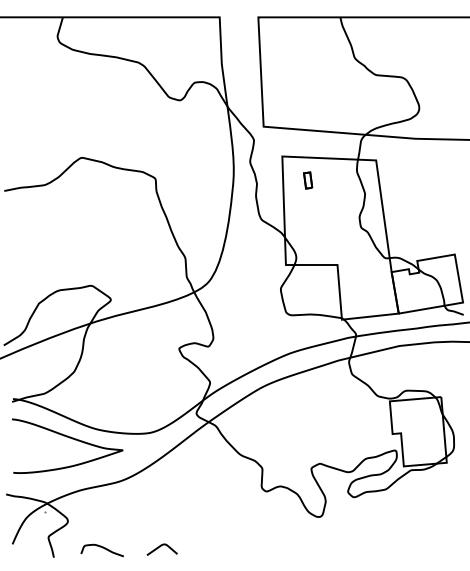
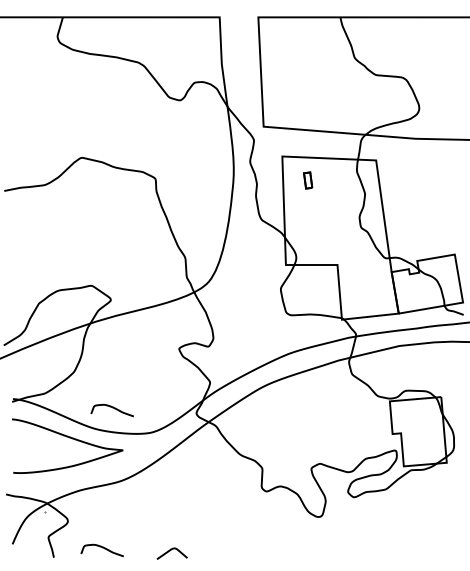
curve at (112, 408): none -> present
curve at (160, 547) position: (160, 547) -> (170, 551)
